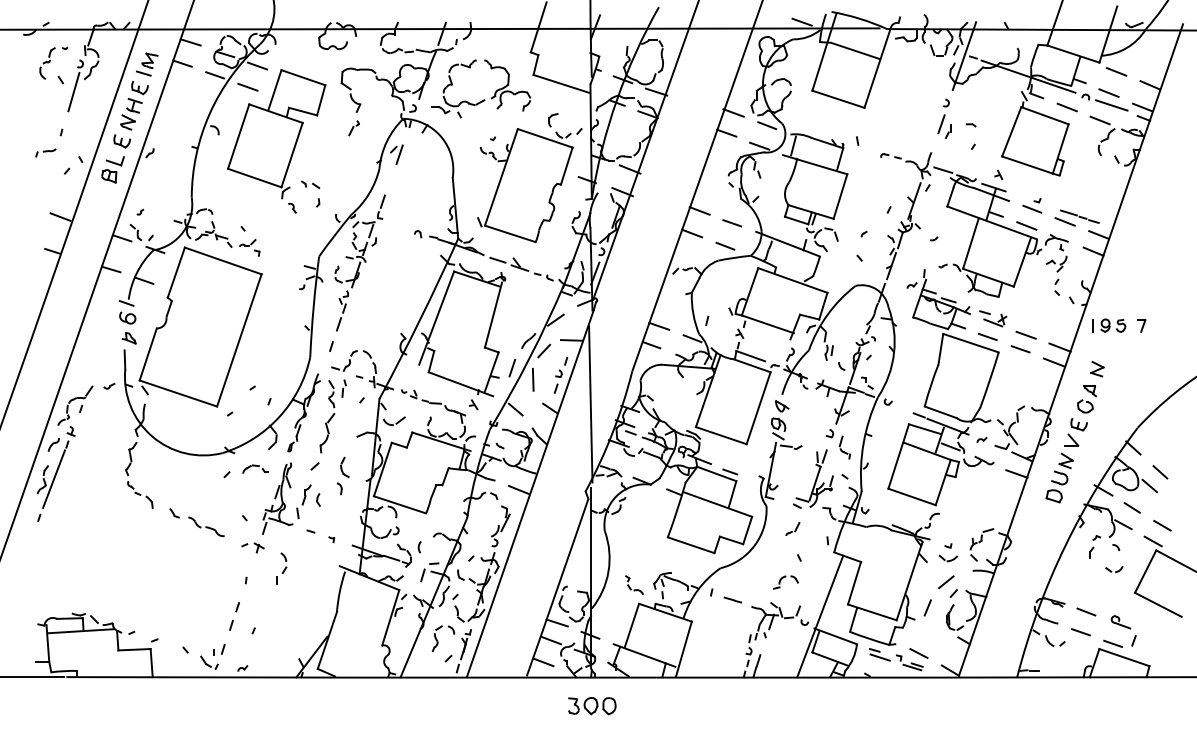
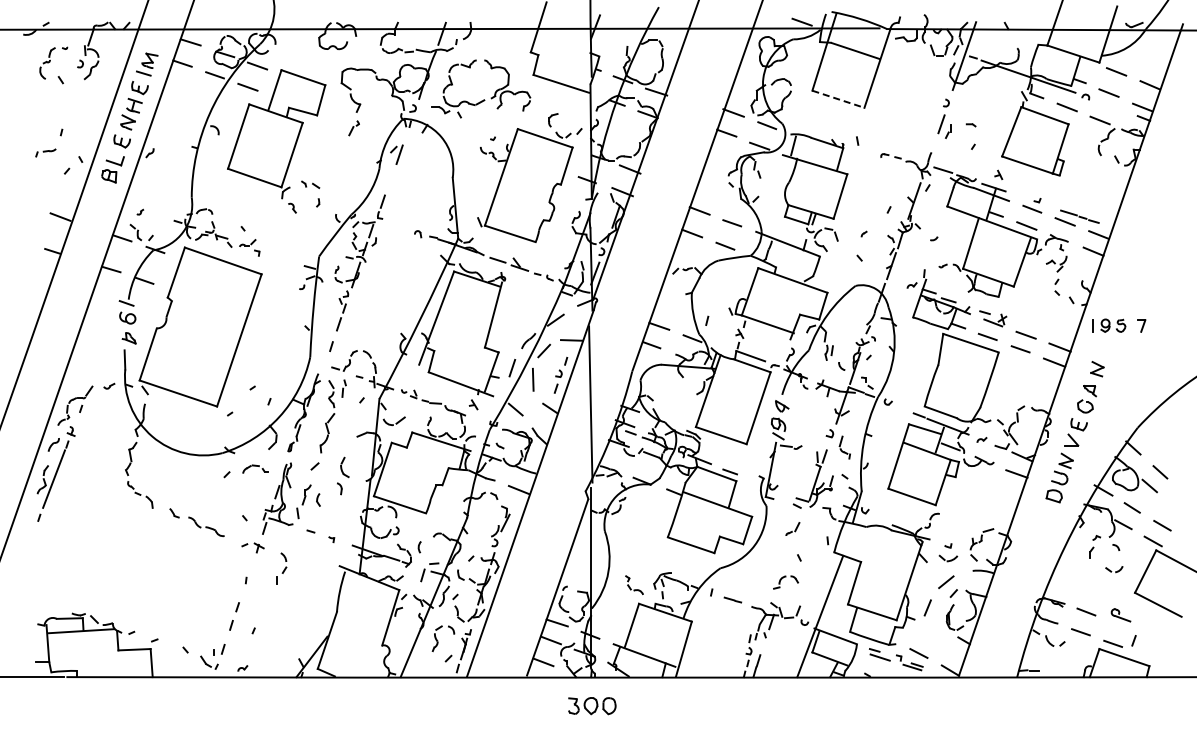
line at (73, 91): present -> none
line at (838, 99): solid -> dashed
line at (1111, 105): present -> none
part at (1120, 622) position: (1120, 622) -> (1120, 615)
